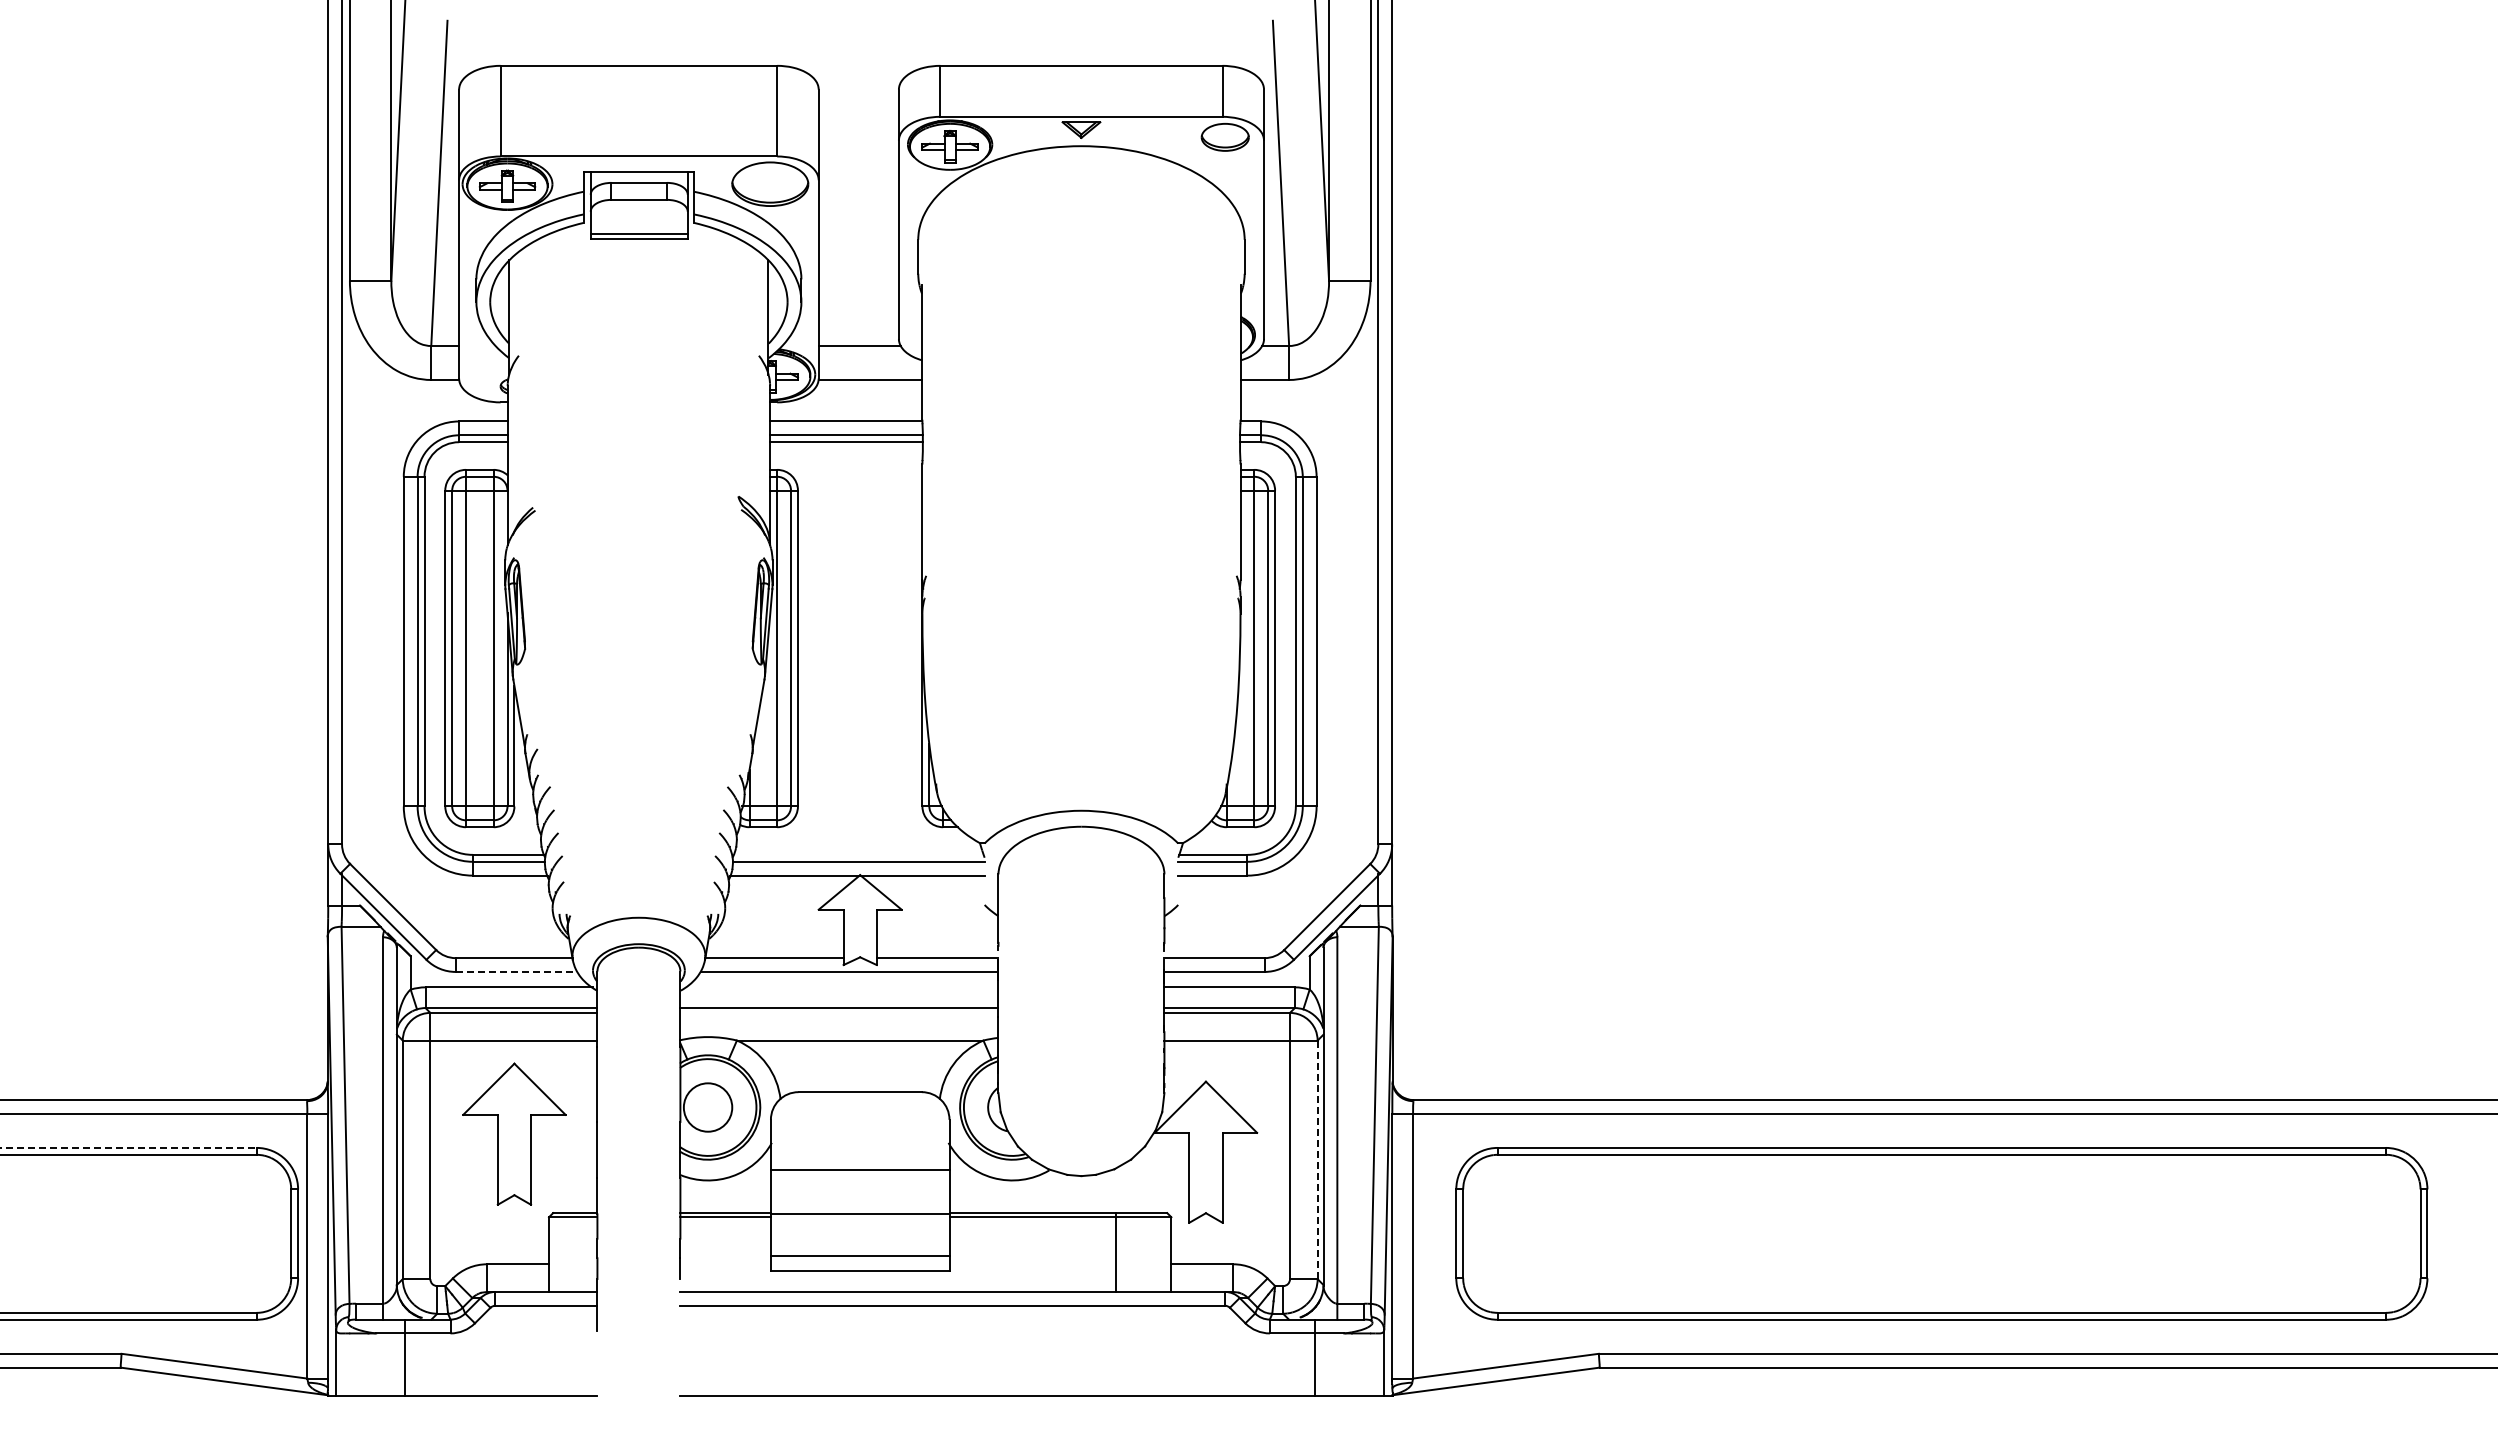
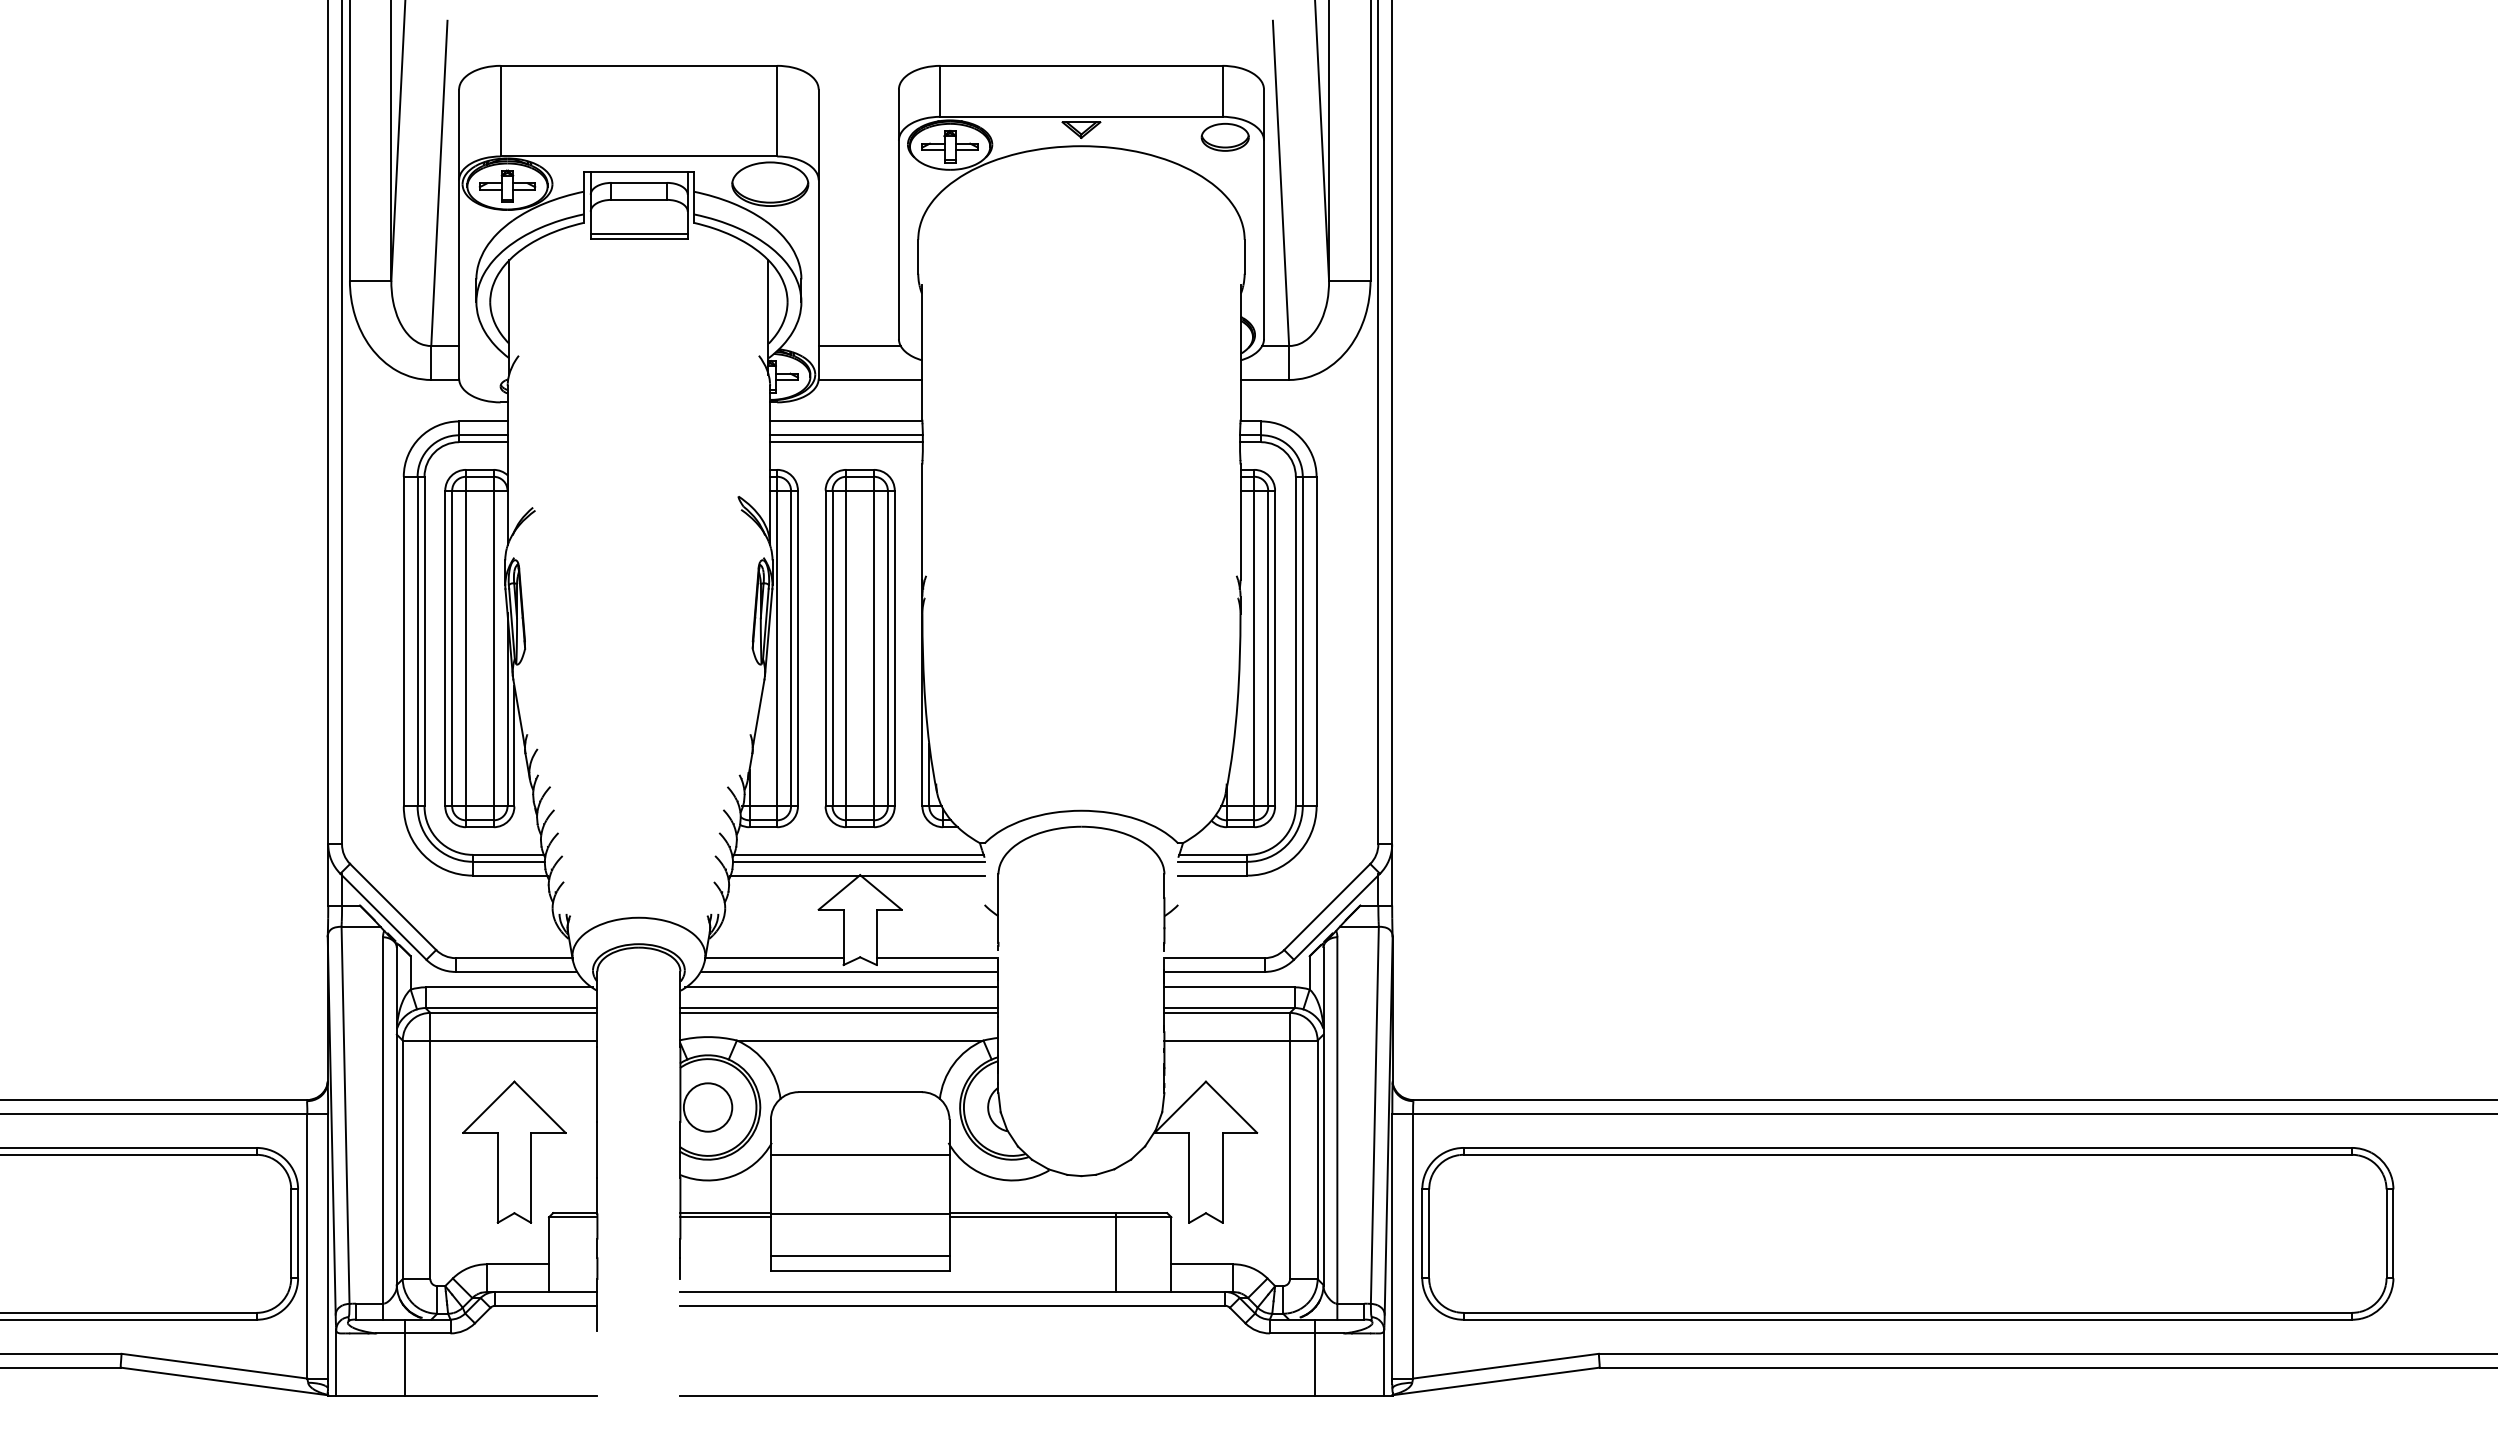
part at (859, 648): none -> present
line at (858, 854): none -> present
line at (516, 971): dashed -> solid
line at (841, 987): none -> present
line at (839, 1012): none -> present
part at (514, 1133) position: (514, 1133) -> (514, 1151)
line at (128, 1147): dashed -> solid
line at (1317, 1159): dashed -> solid
line at (859, 1169) position: (859, 1169) -> (859, 1154)
part at (1941, 1233) position: (1941, 1233) -> (1907, 1233)
